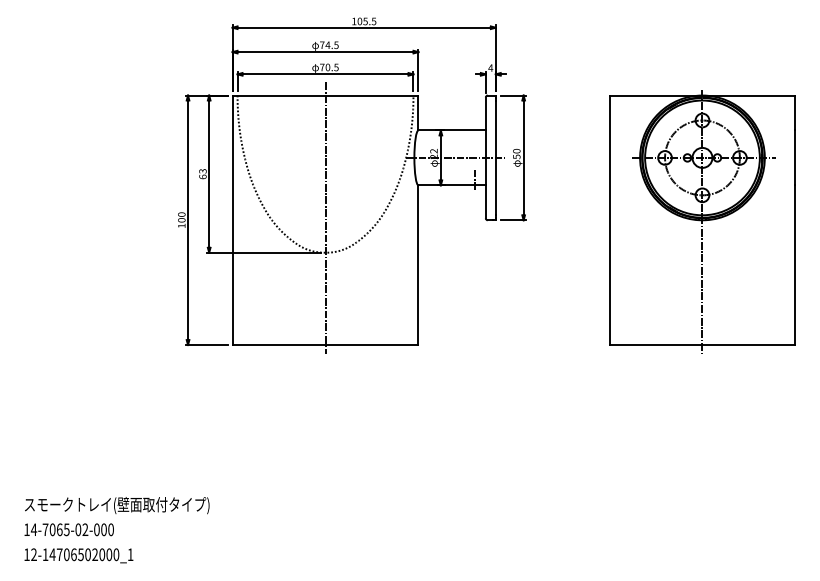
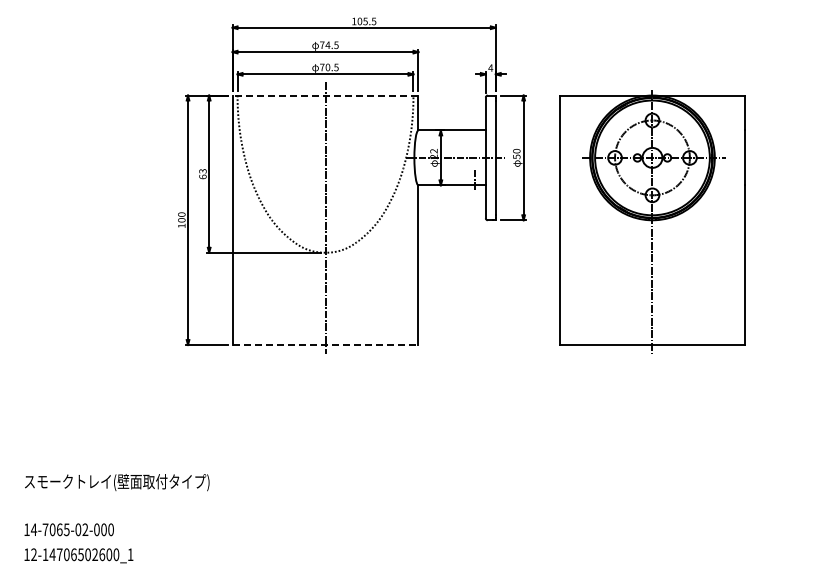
line at (325, 95): solid -> dashed
part at (702, 221) position: (702, 221) -> (652, 221)
line at (325, 345): solid -> dashed
text at (117, 505) position: (117, 505) -> (117, 482)
text at (102, 554): 12-14706502000_1 -> 12-14706502600_1
